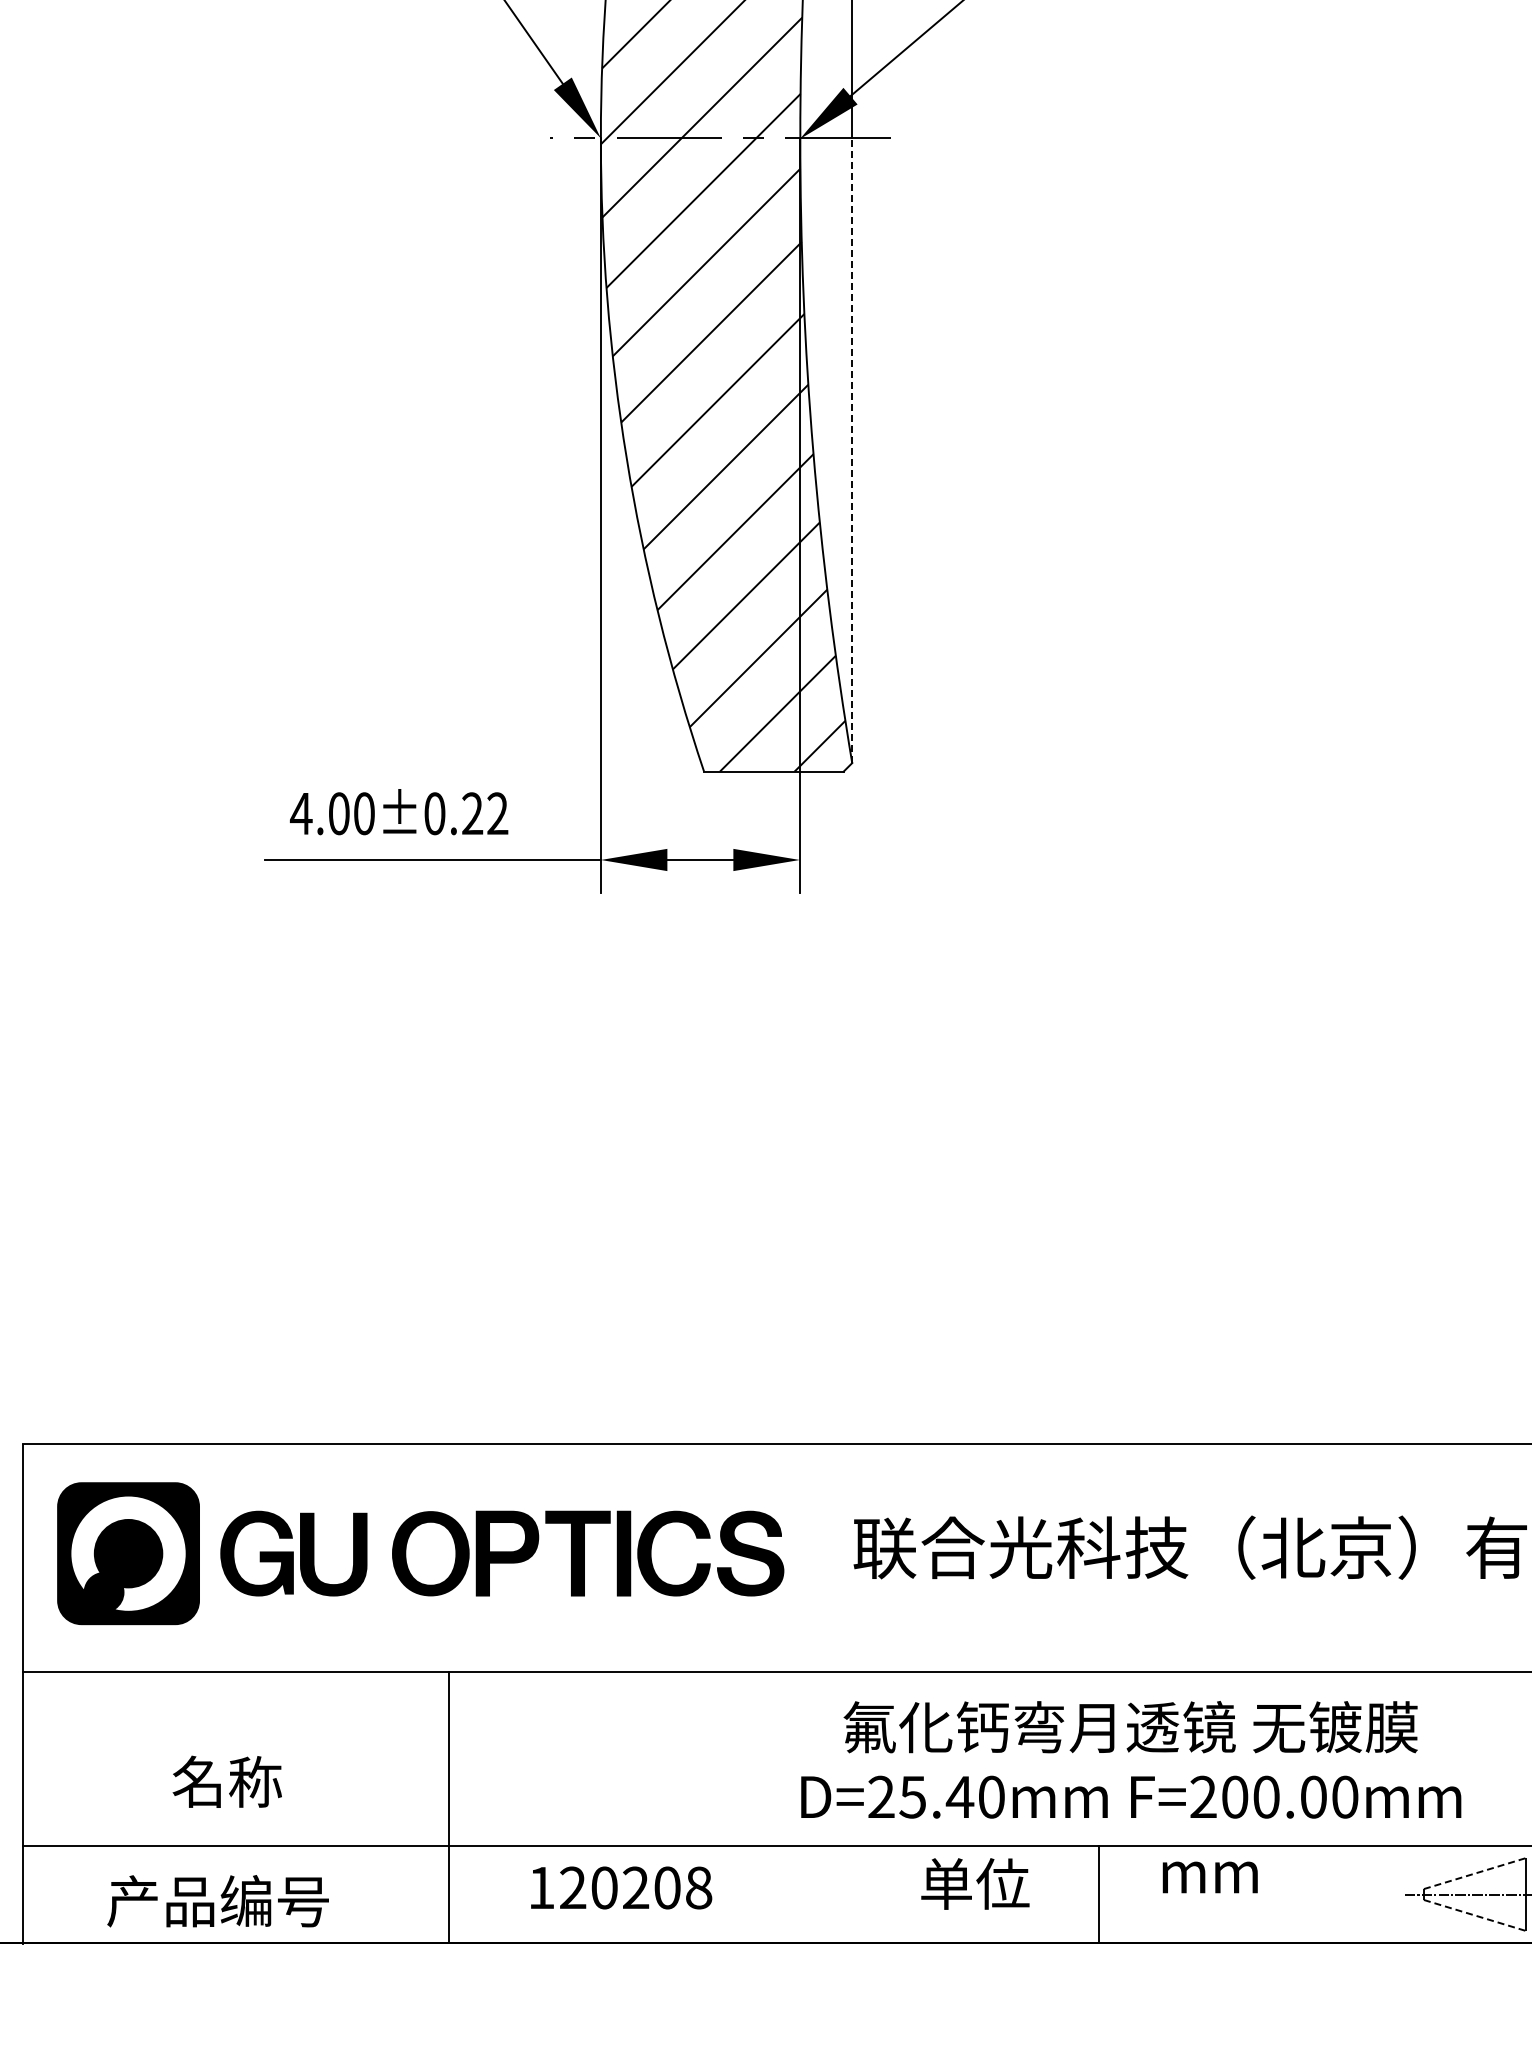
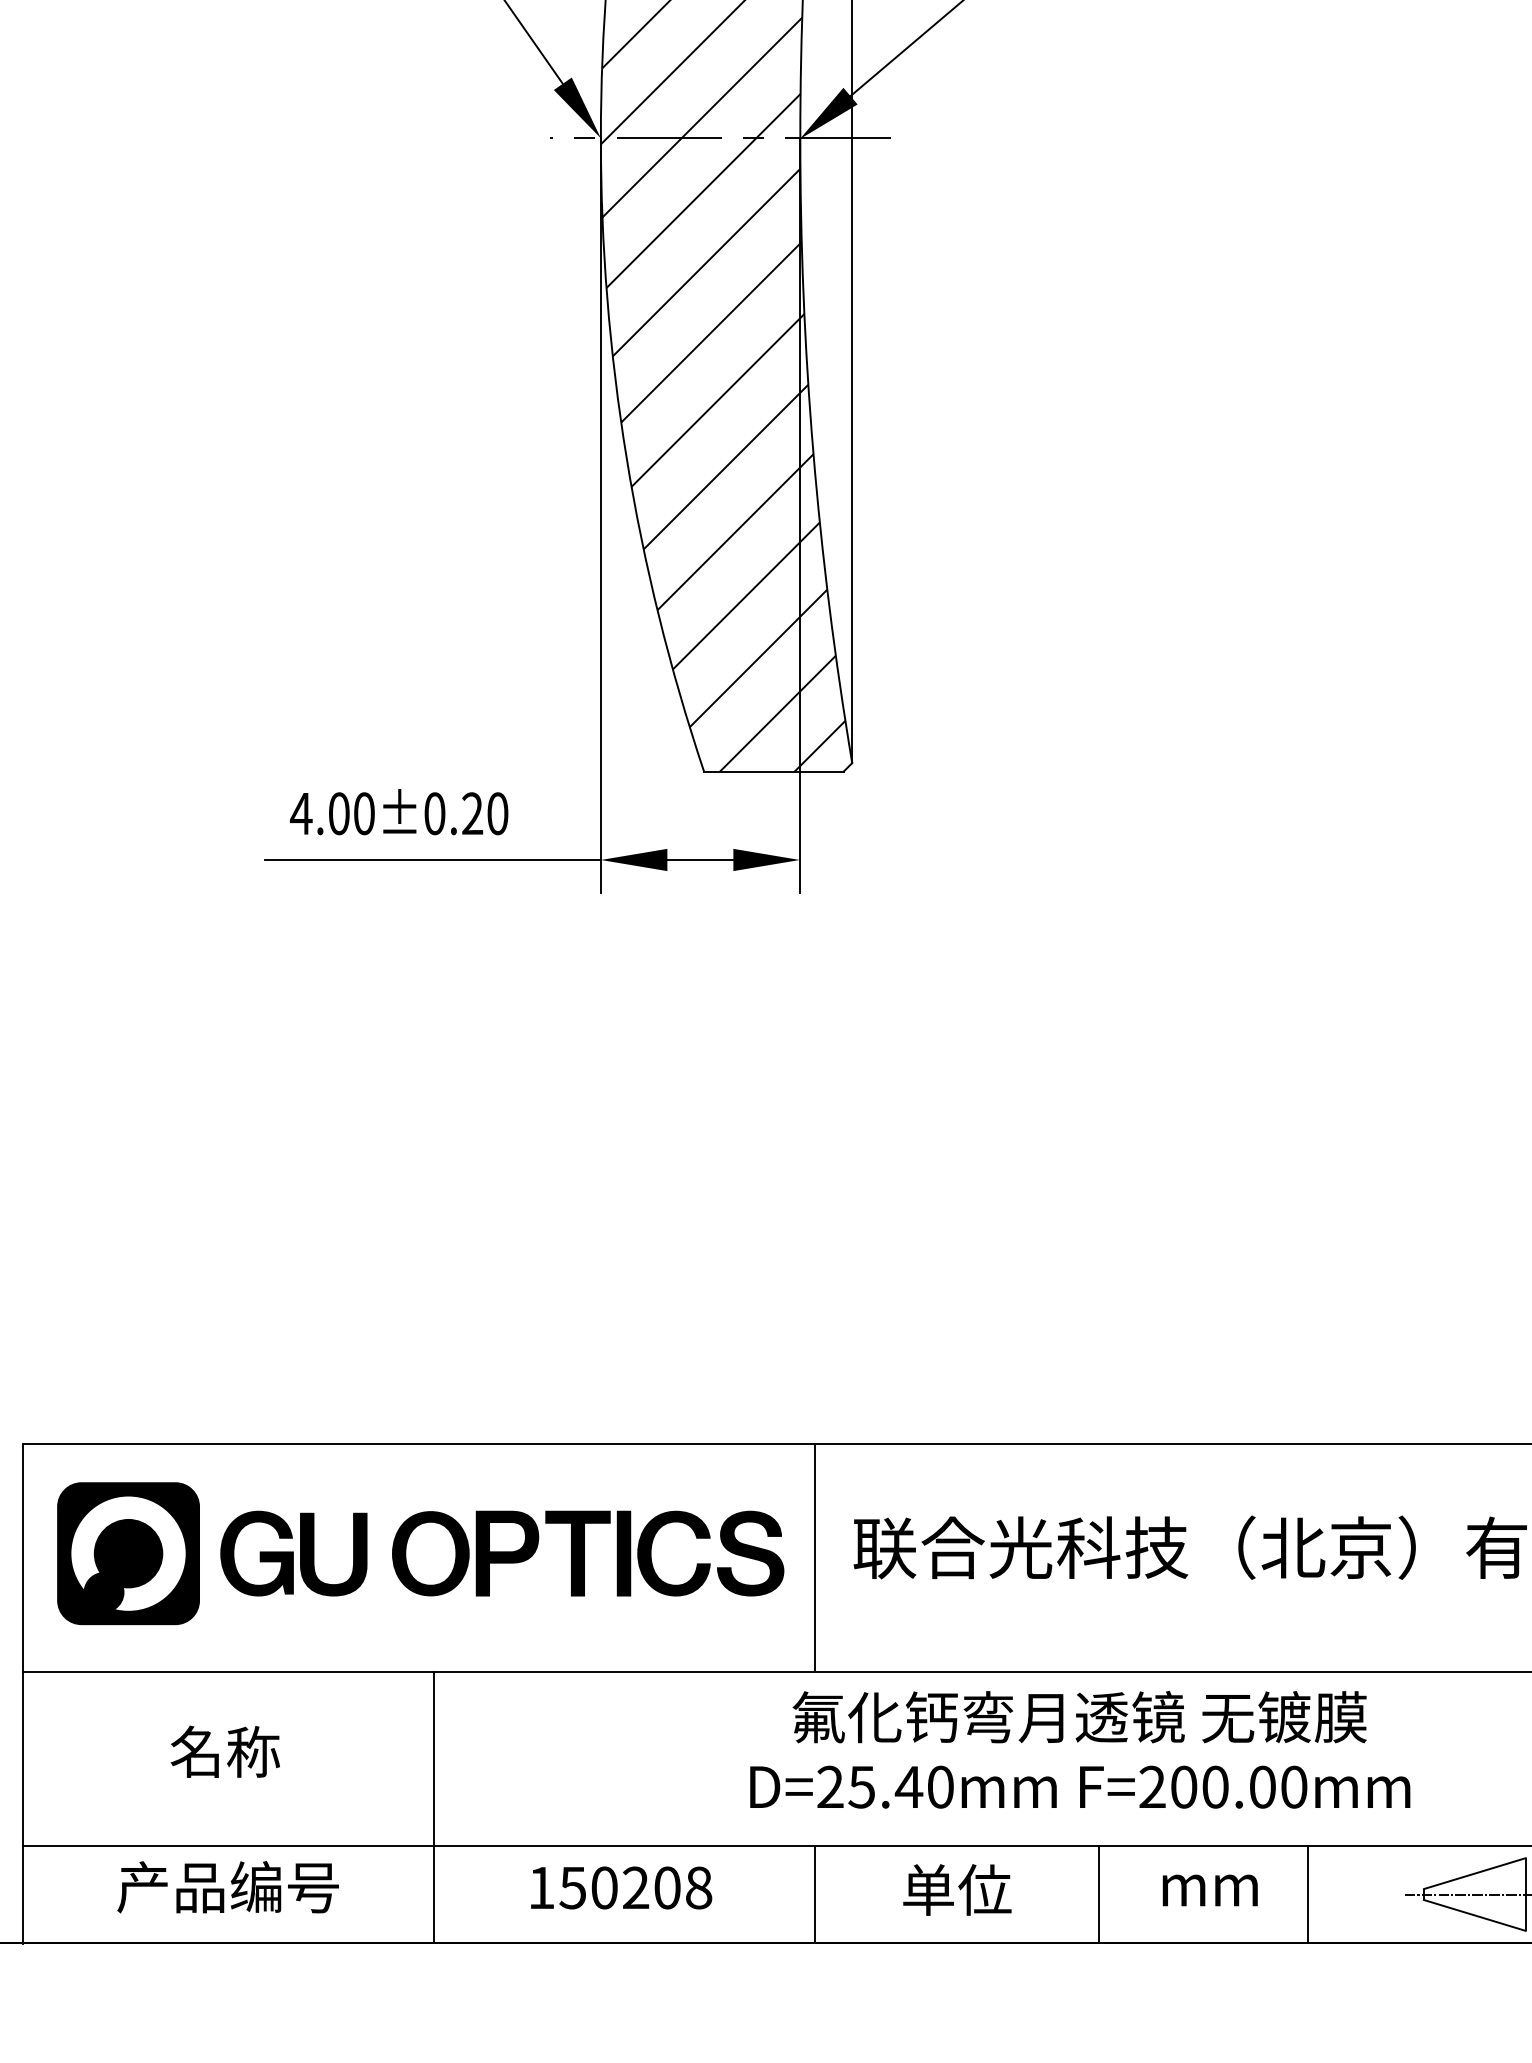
line at (852, 450): dashed -> solid
text at (497, 813): 22 -> 20
line at (814, 1556): none -> present
text at (1131, 1759) position: (1131, 1759) -> (1080, 1749)
text at (226, 1781) position: (226, 1781) -> (224, 1751)
line at (449, 1807) position: (449, 1807) -> (434, 1807)
line at (1475, 1873): dashed -> solid
text at (1209, 1877) position: (1209, 1877) -> (1209, 1890)
text at (975, 1883) position: (975, 1883) -> (957, 1889)
text at (572, 1887): 120208 -> 150208
line at (814, 1894): none -> present
line at (1307, 1894): none -> present
text at (217, 1901) position: (217, 1901) -> (227, 1887)
line at (1475, 1915): dashed -> solid
